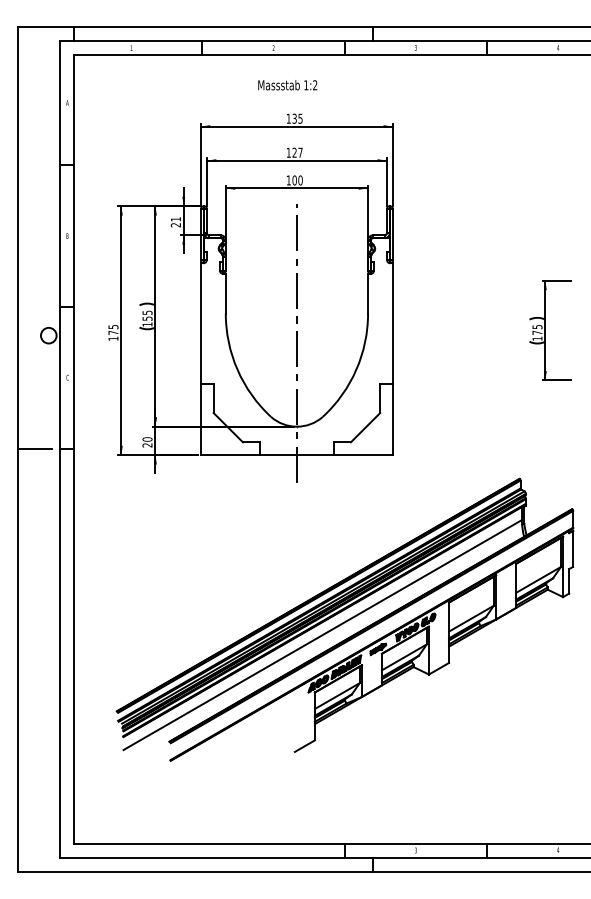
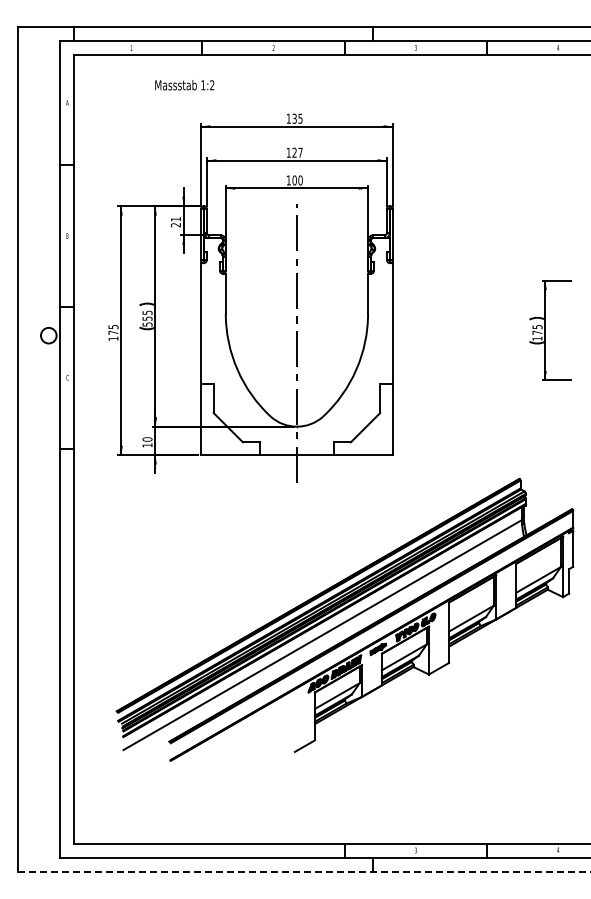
text at (287, 85) position: (287, 85) -> (184, 85)
text at (147, 324): 155 -> 555
text at (147, 445): 20 -> 10
line at (34, 449): present -> none
line at (304, 872): solid -> dashed
